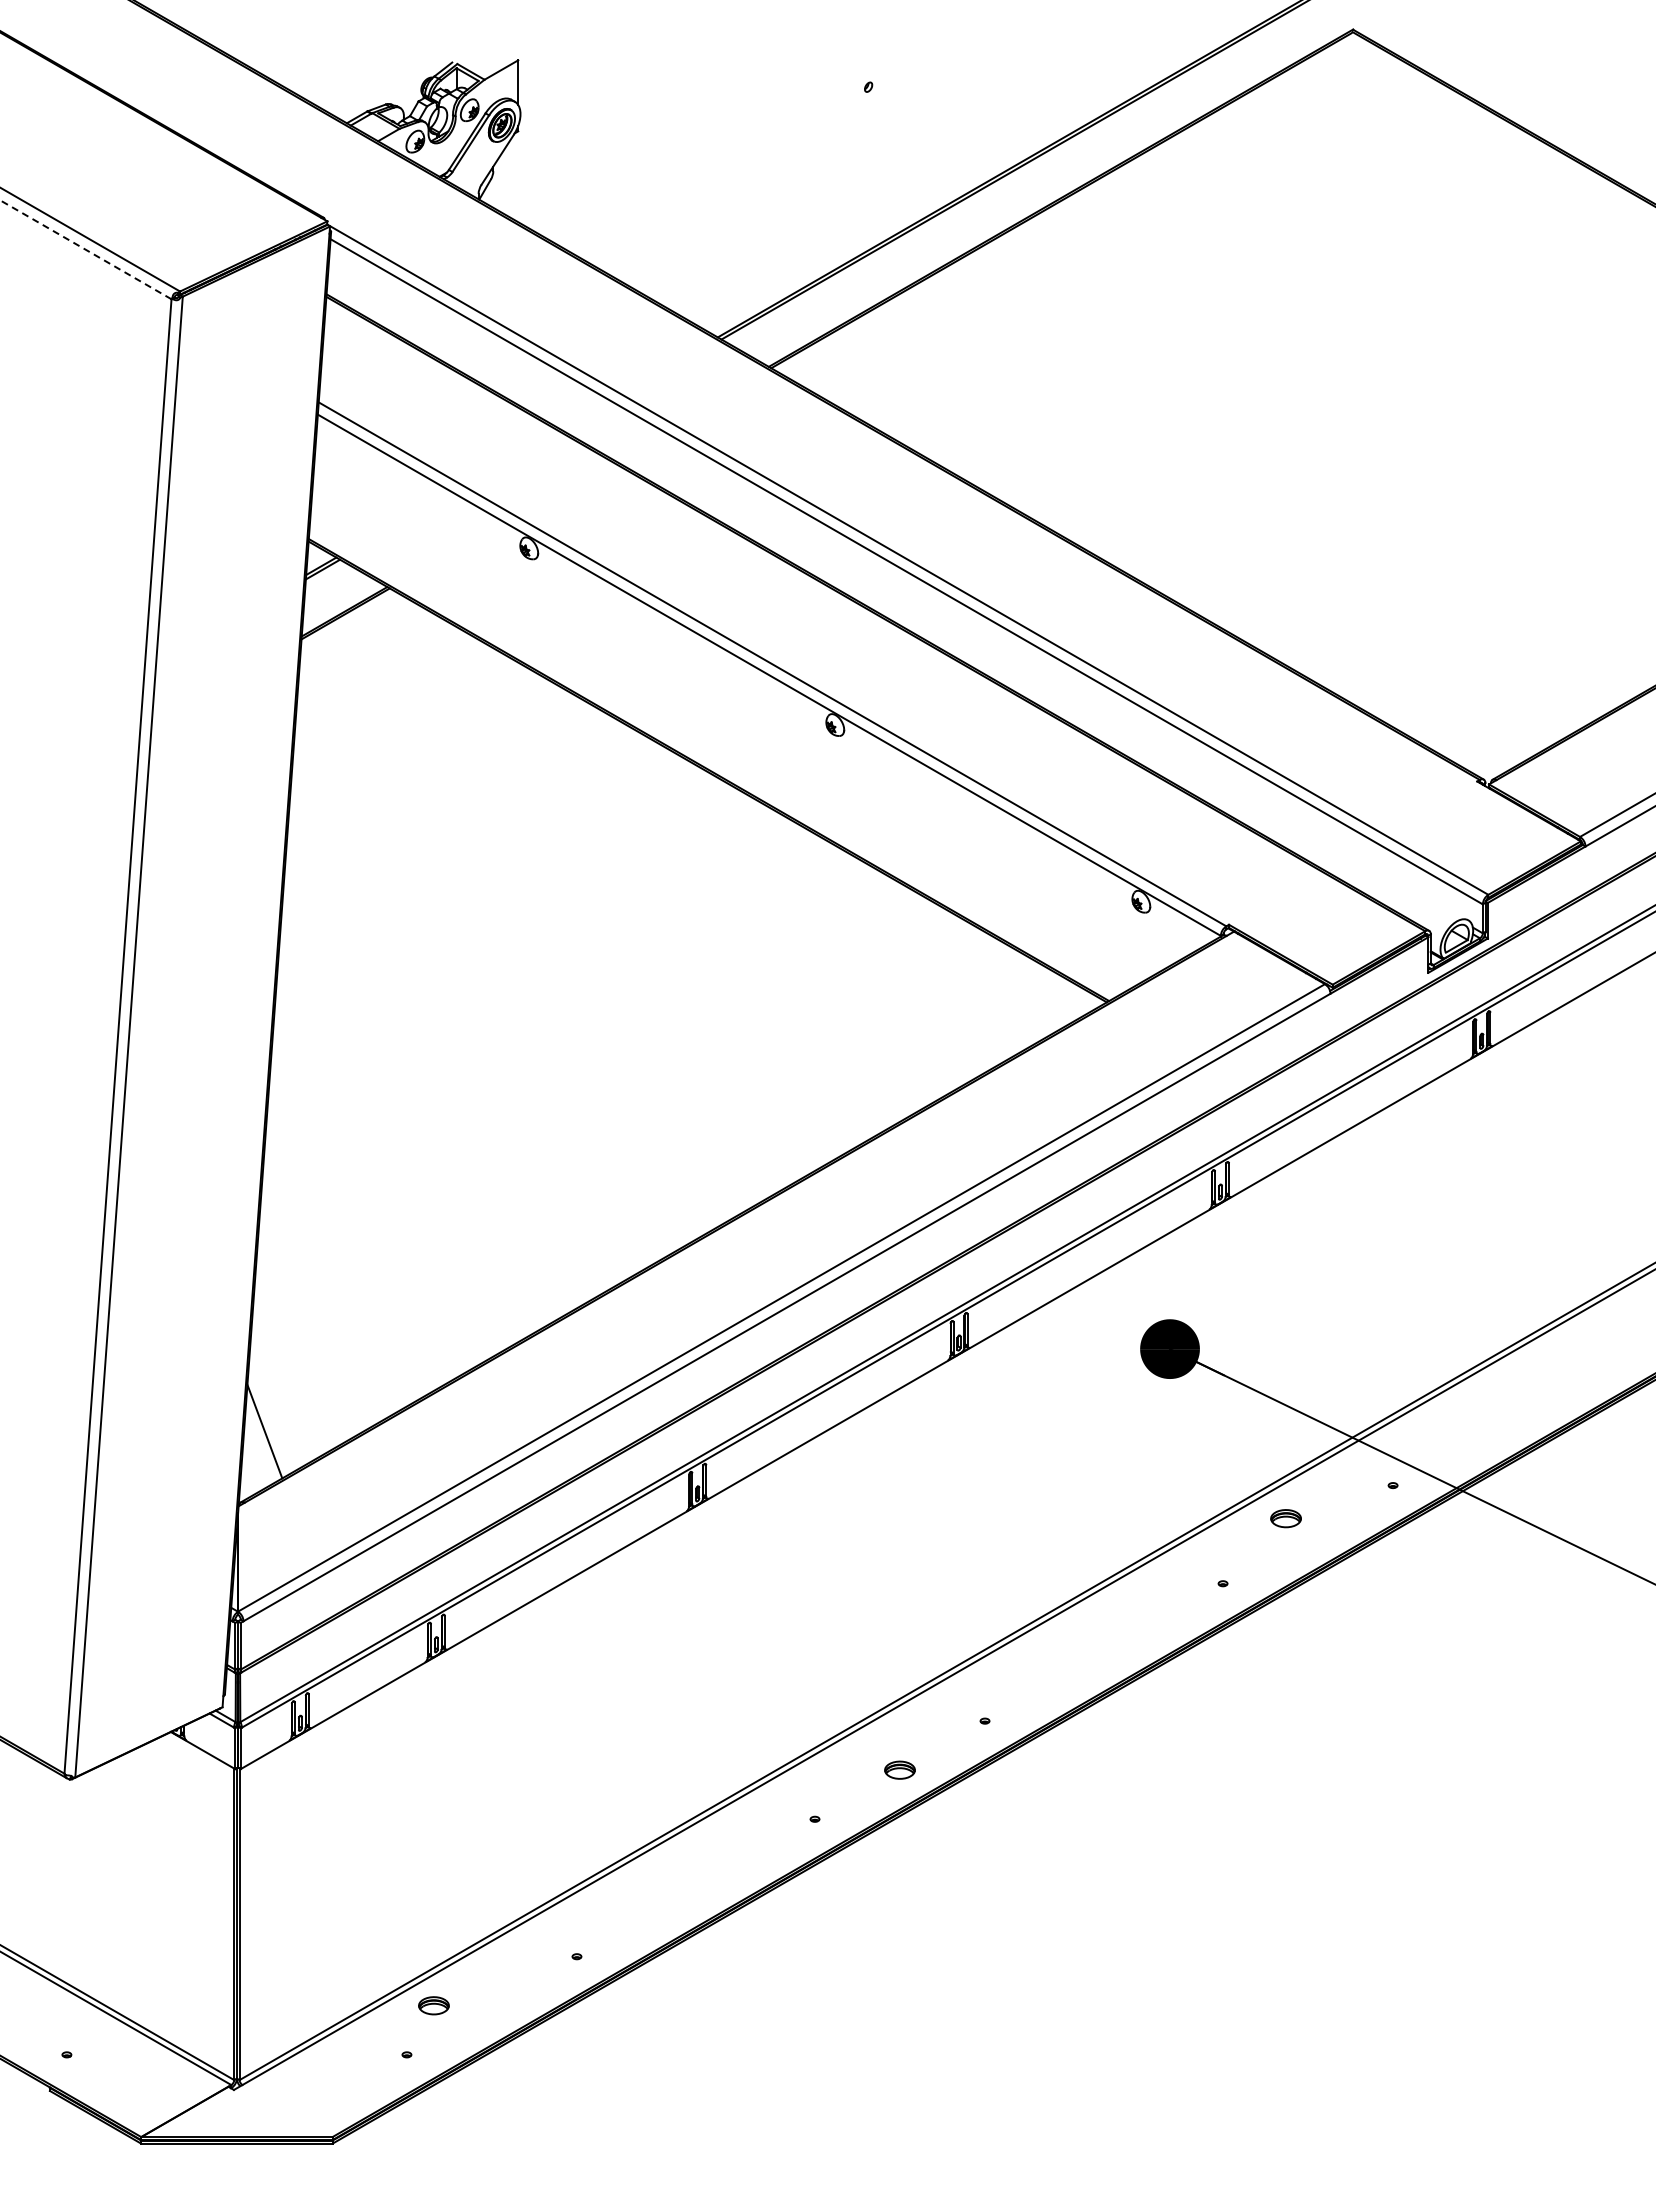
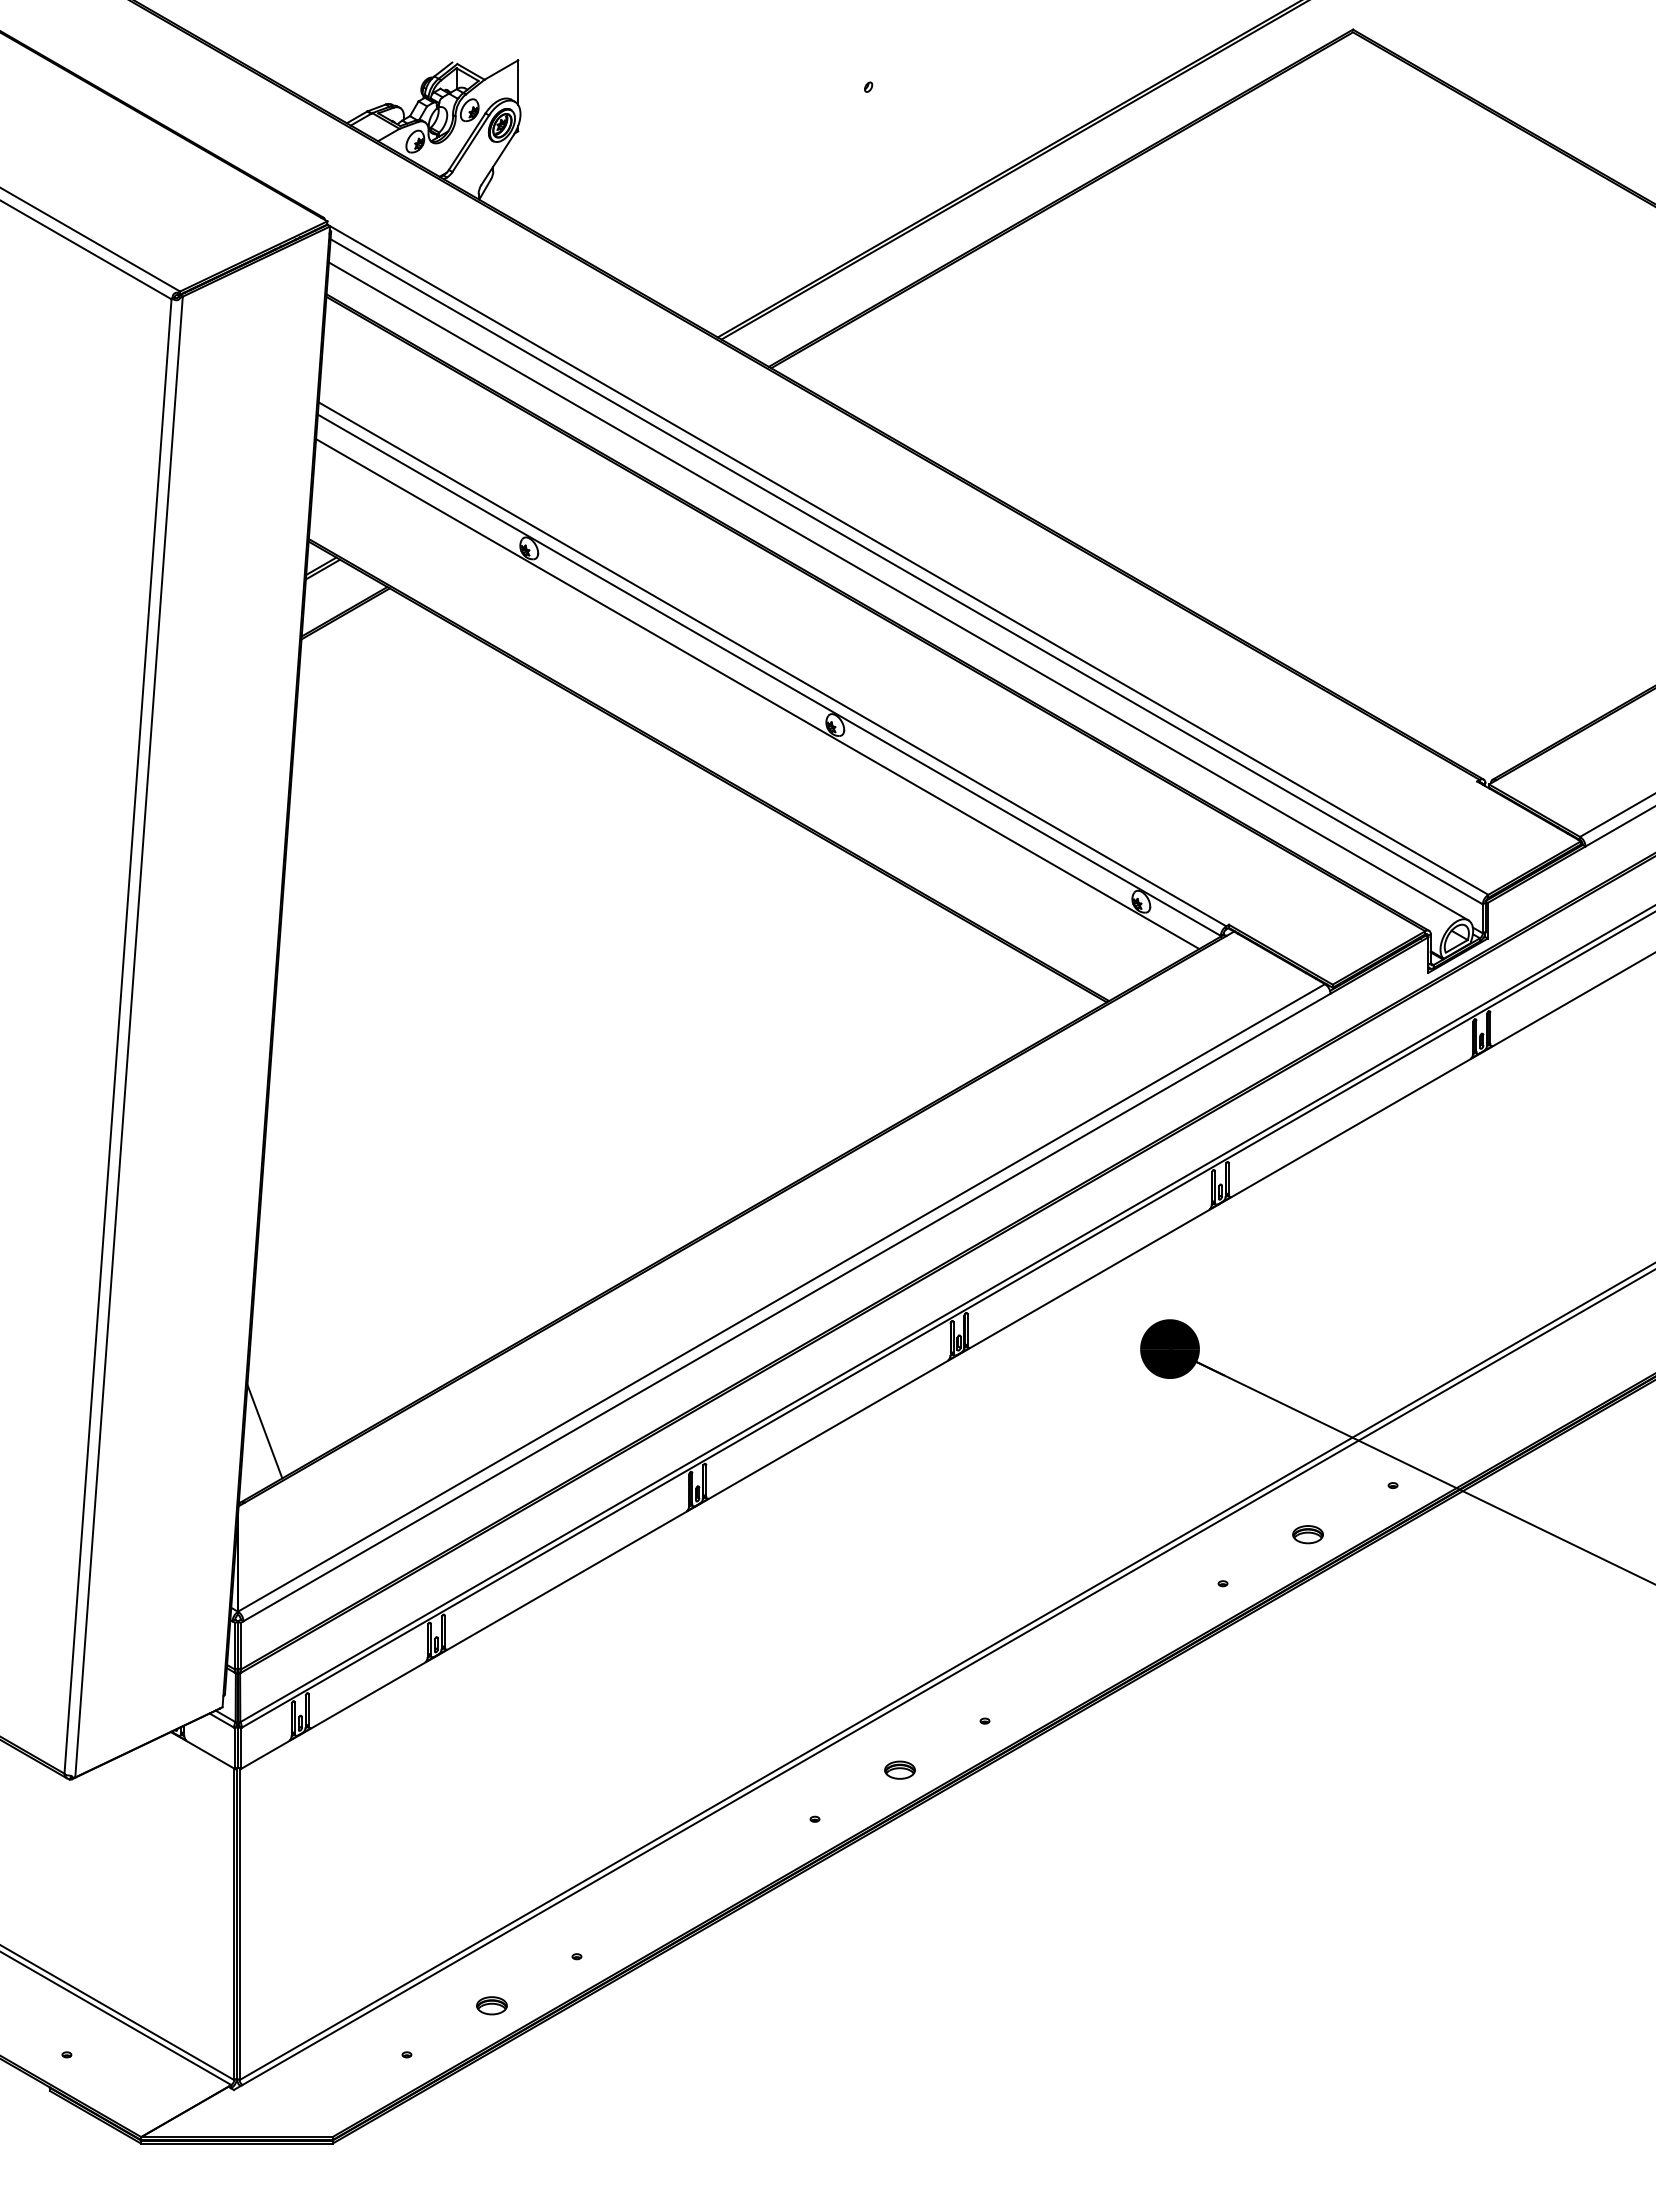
line at (85, 249): dashed -> solid
line at (898, 591): none -> present
line at (757, 694): none -> present
part at (1285, 1518) position: (1285, 1518) -> (1307, 1534)
part at (433, 2005) position: (433, 2005) -> (491, 2005)
